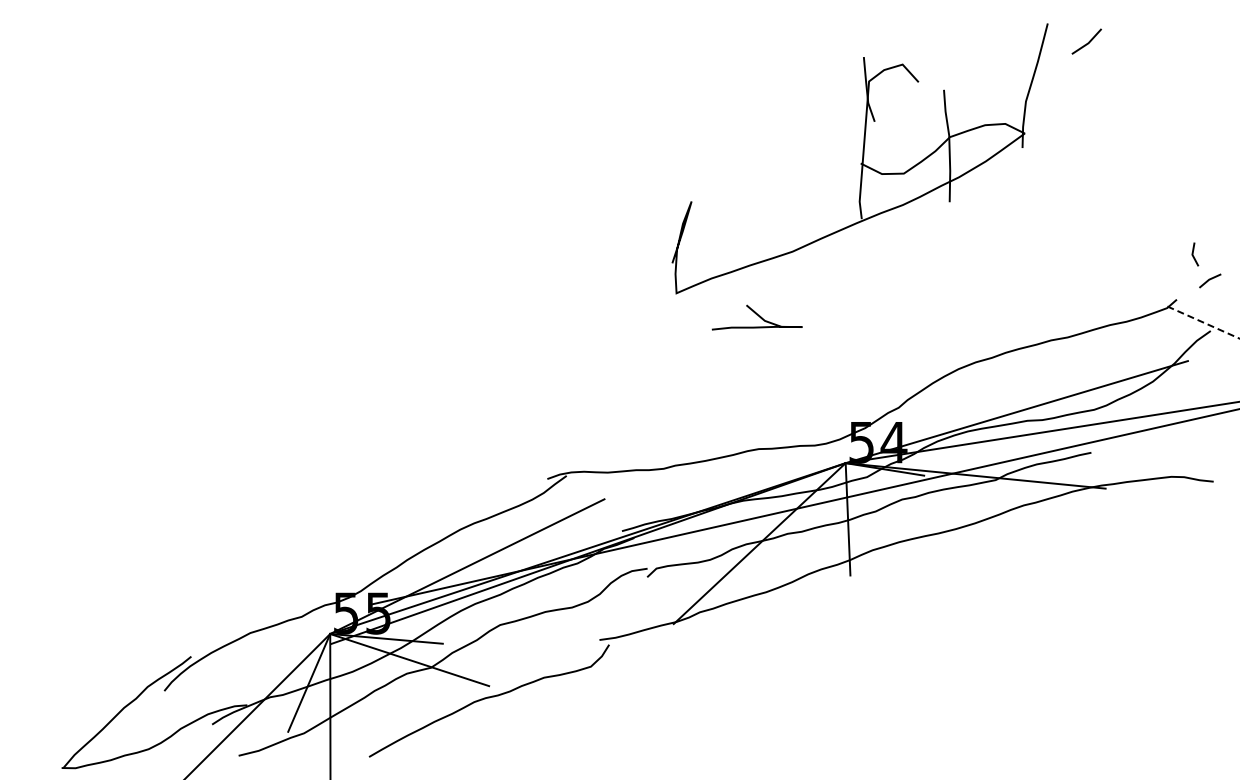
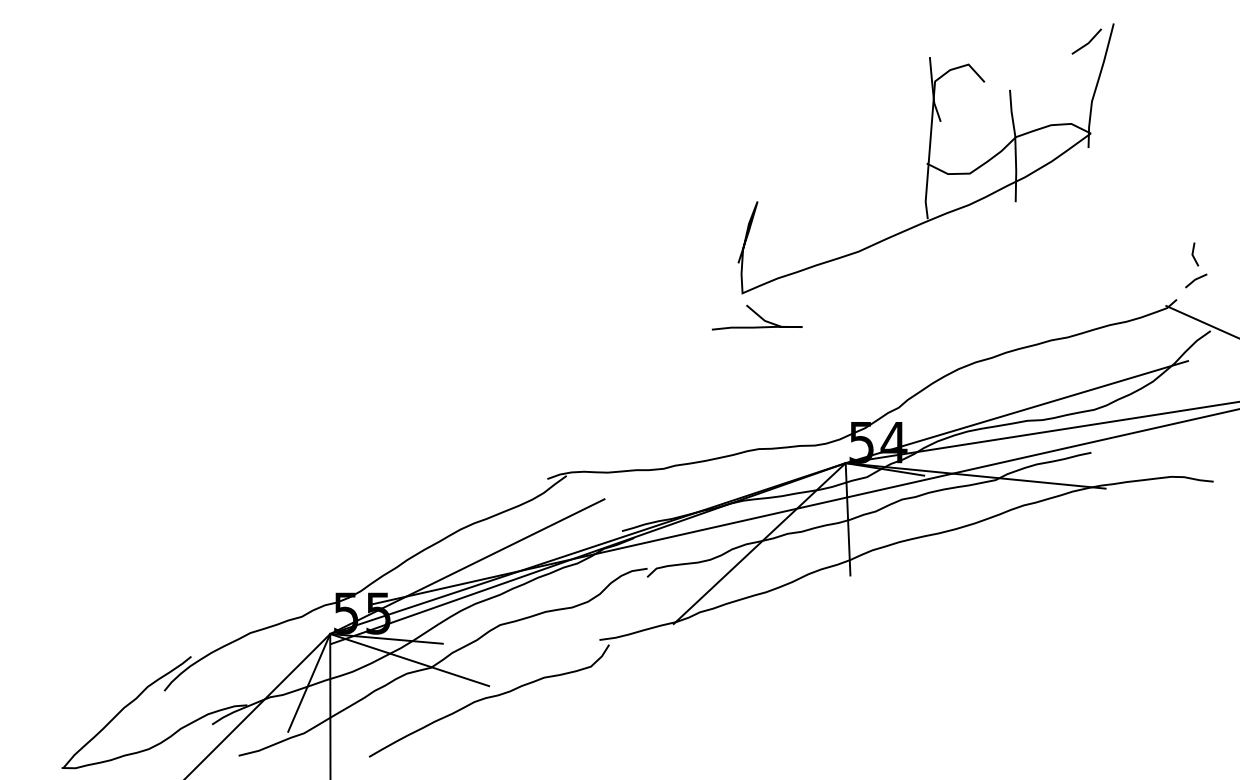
part at (859, 158) position: (859, 158) -> (925, 158)
line at (1210, 280) position: (1210, 280) -> (1196, 280)
line at (1202, 322): dashed -> solid
